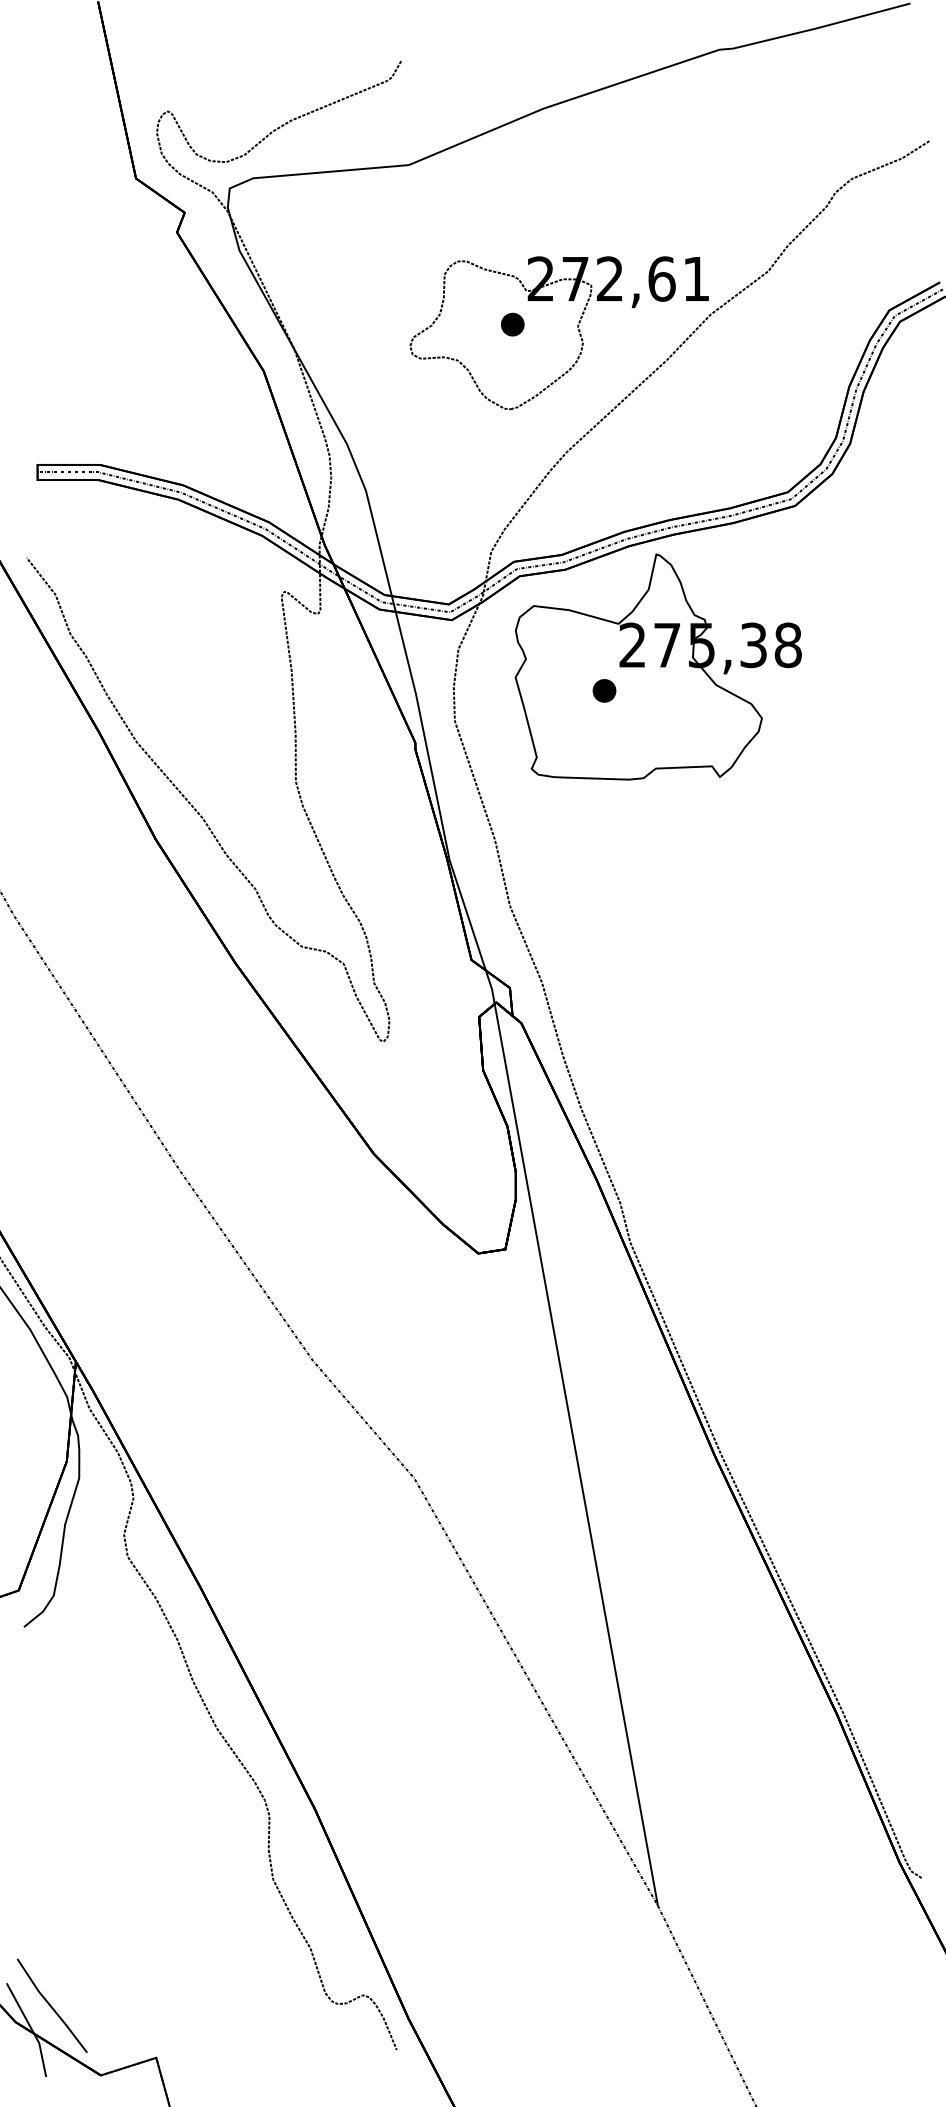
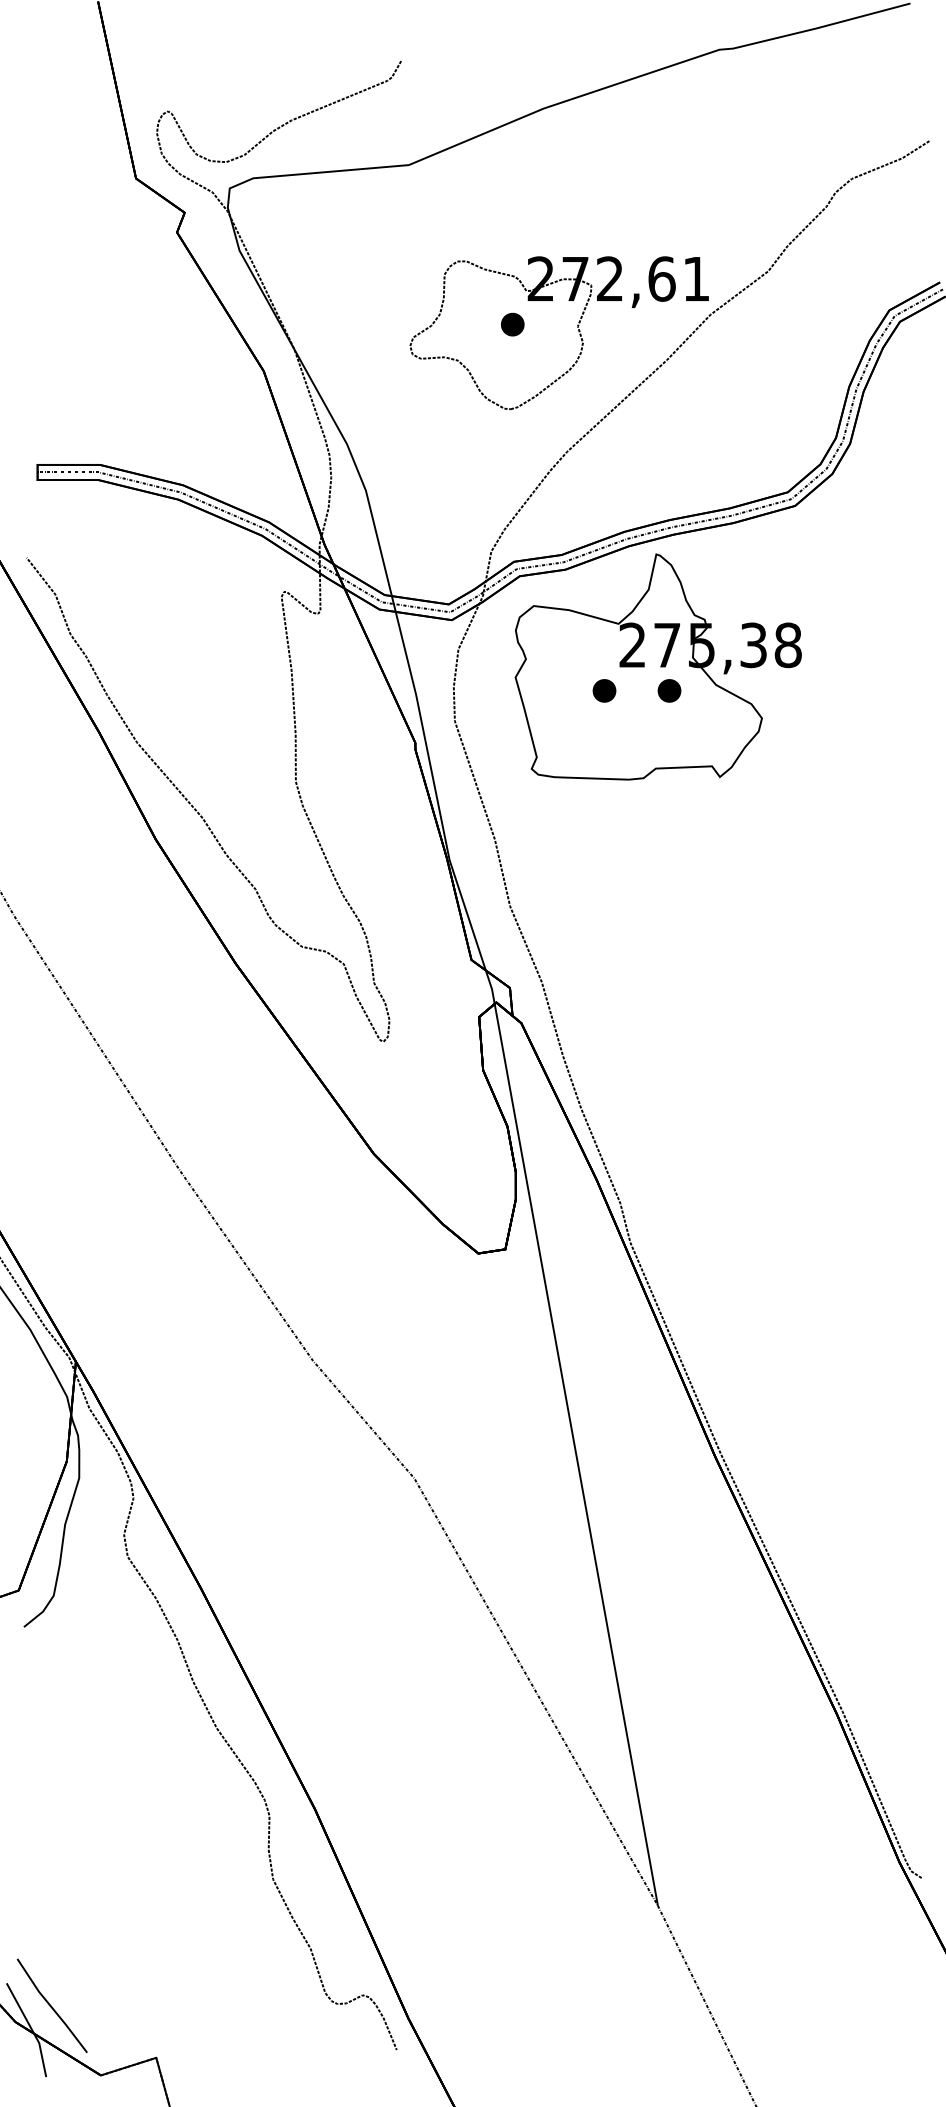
part at (669, 690): none -> present
